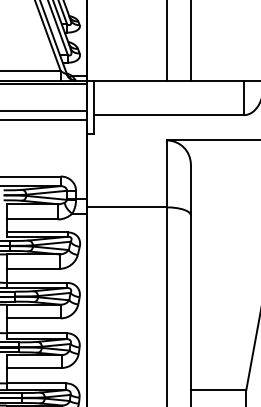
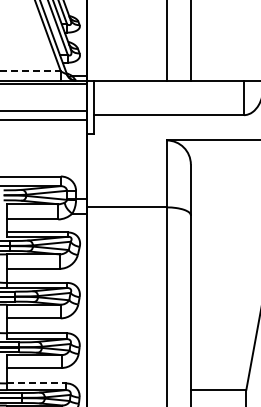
line at (30, 71): solid -> dashed
line at (36, 383): solid -> dashed
